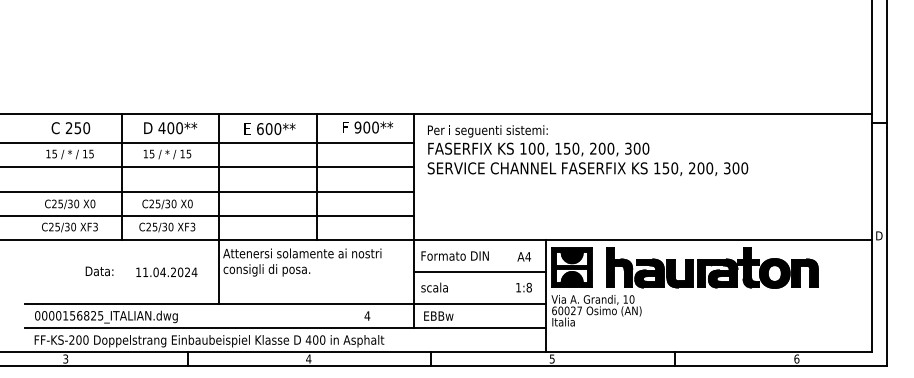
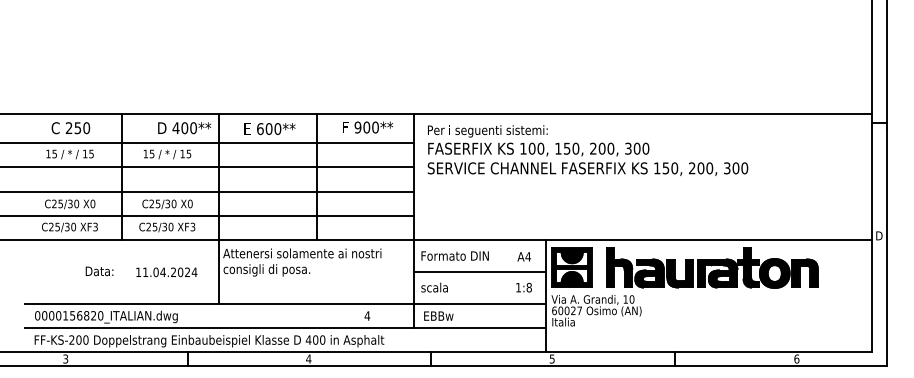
text at (170, 128) position: (170, 128) -> (184, 128)
text at (100, 315): 0000156825_ITALIAN.dwg -> 0000156820_ITALIAN.dwg
